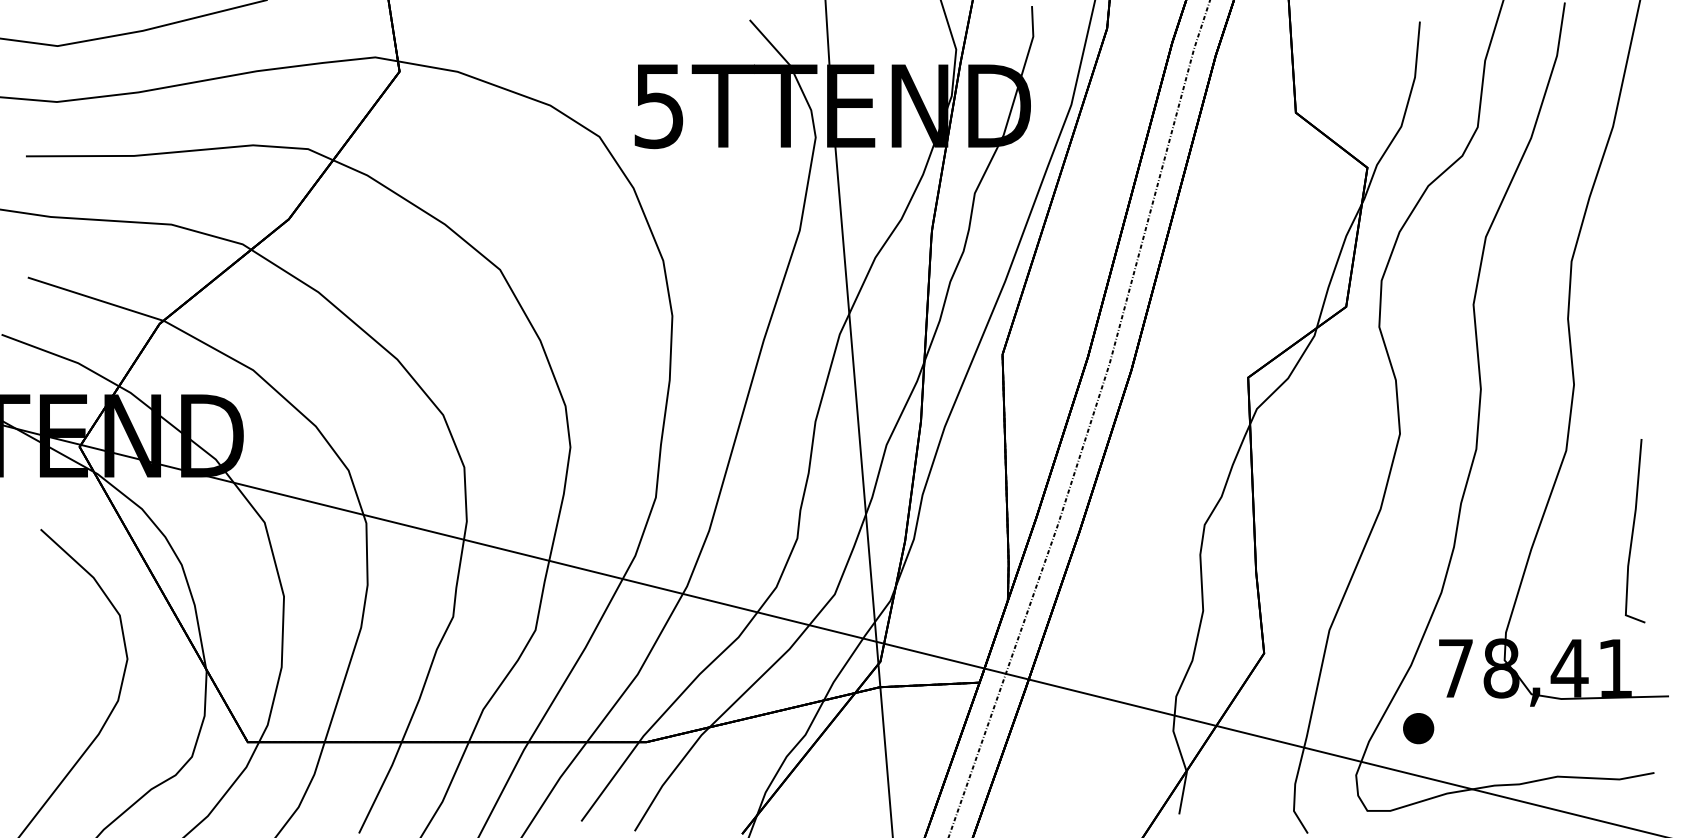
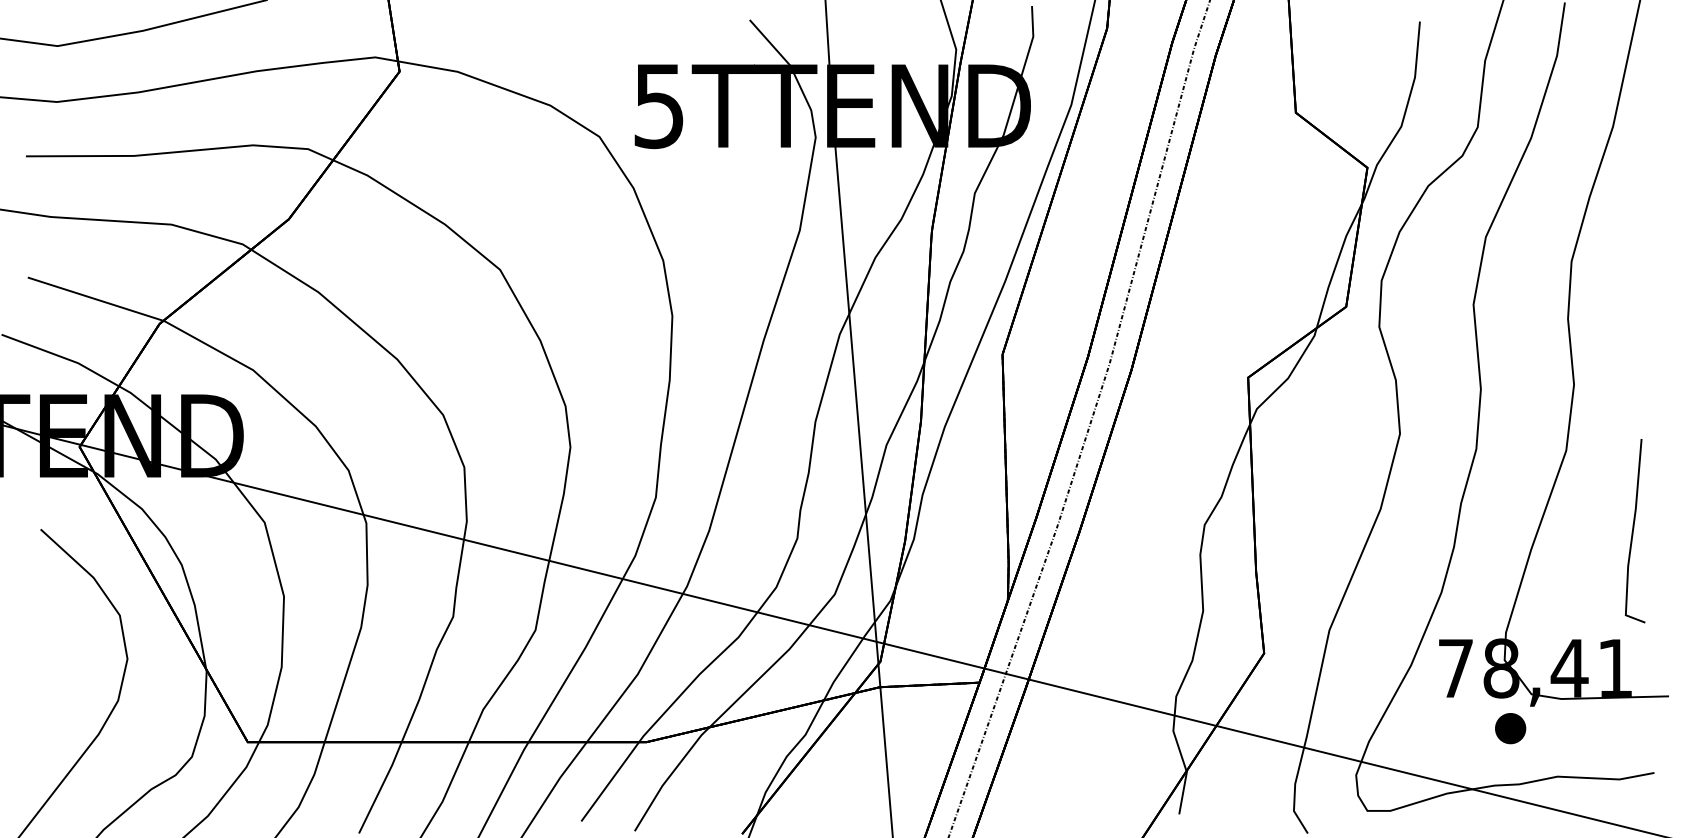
part at (1418, 728) position: (1418, 728) -> (1510, 728)
